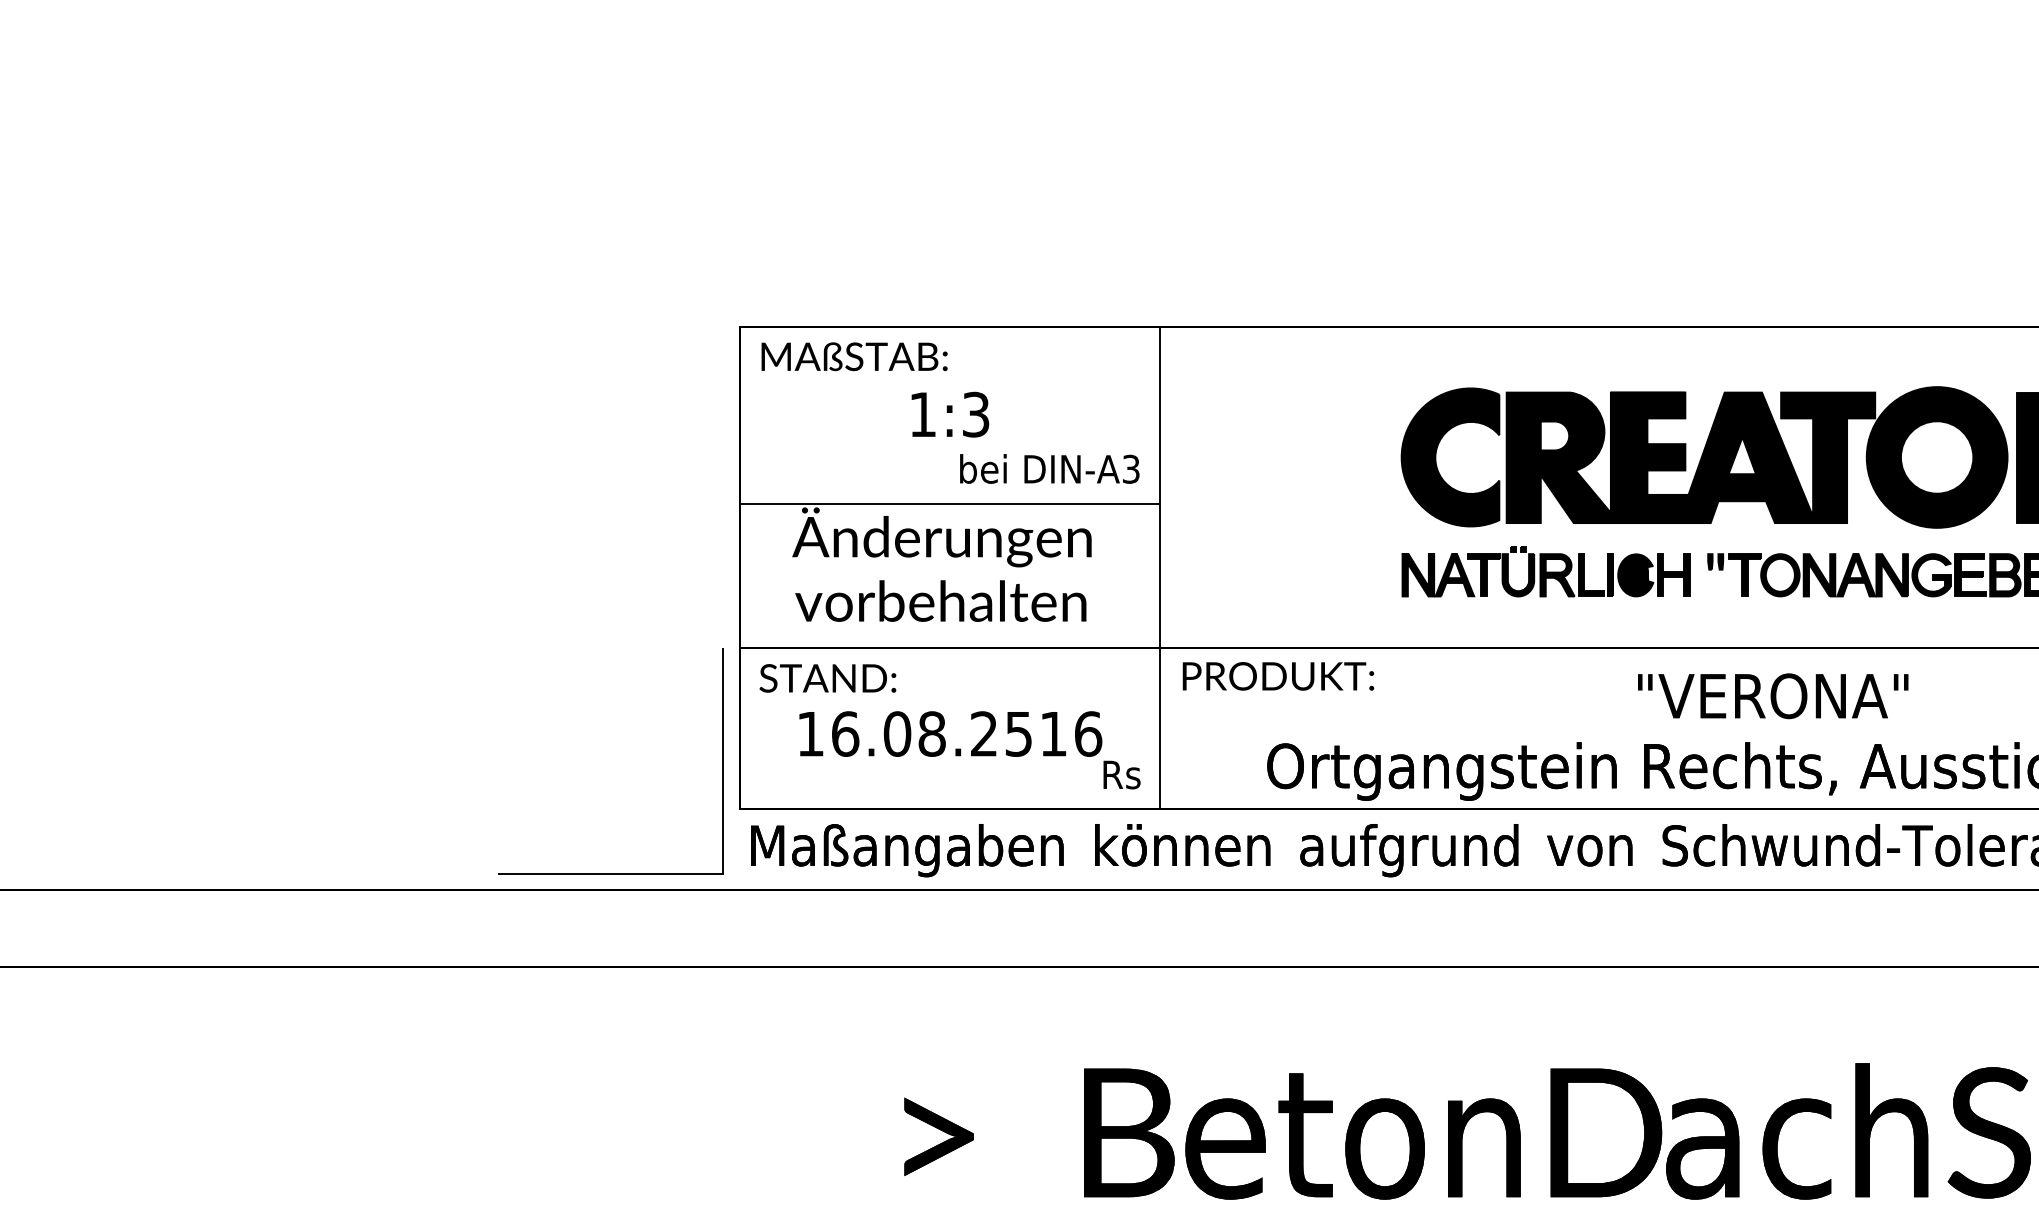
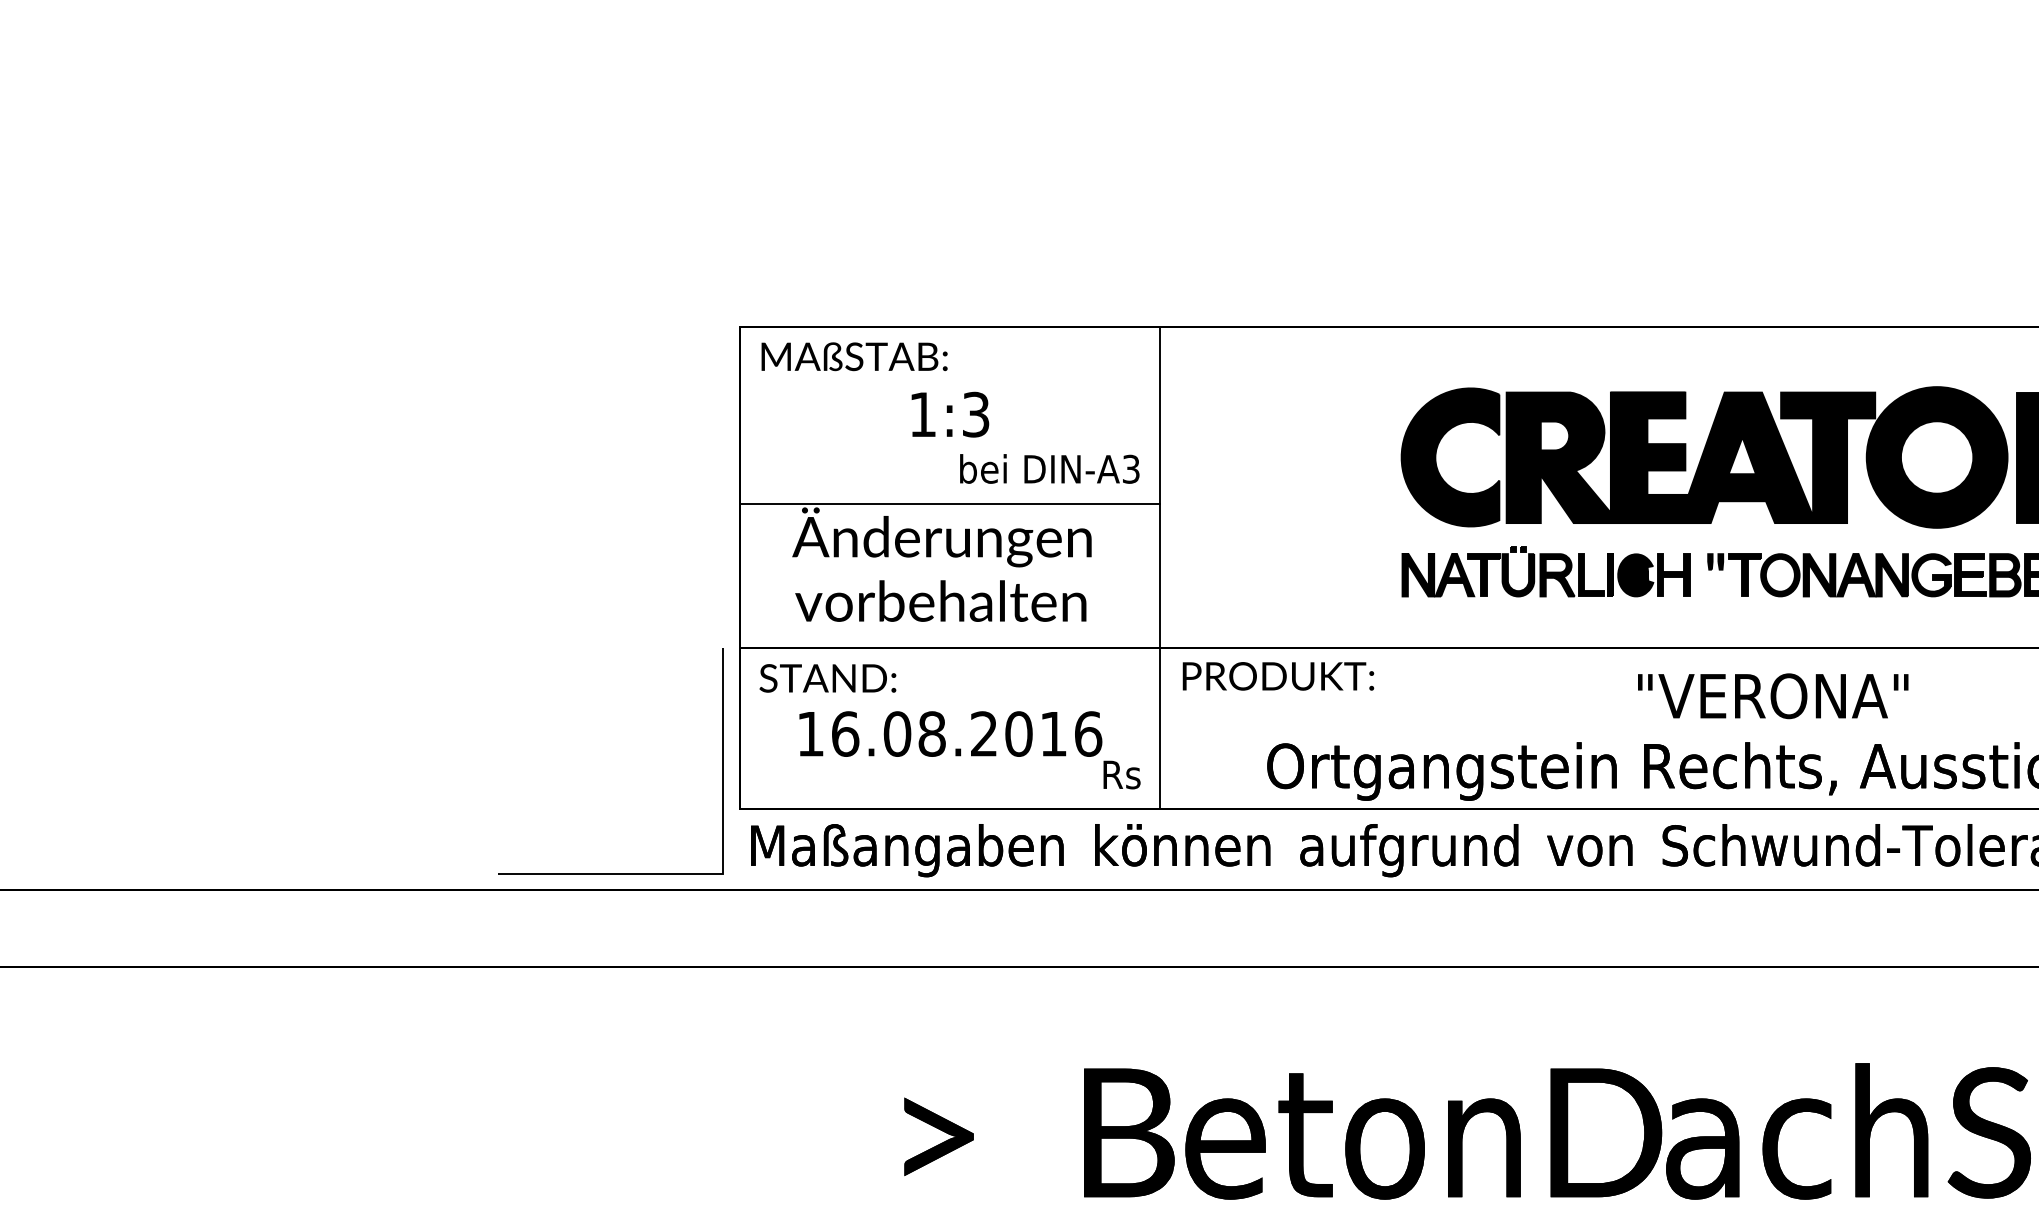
text at (1018, 733): 16.08.2516 -> 16.08.2016
